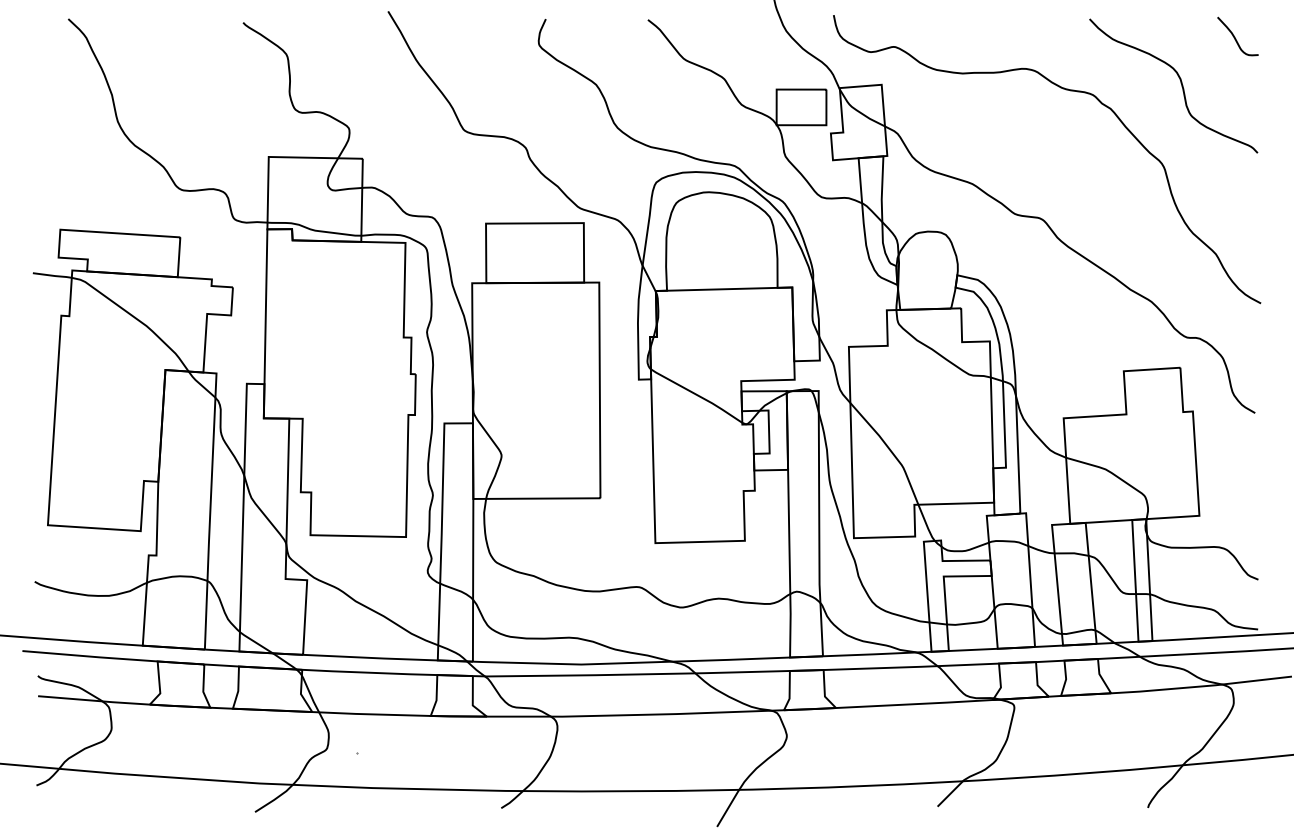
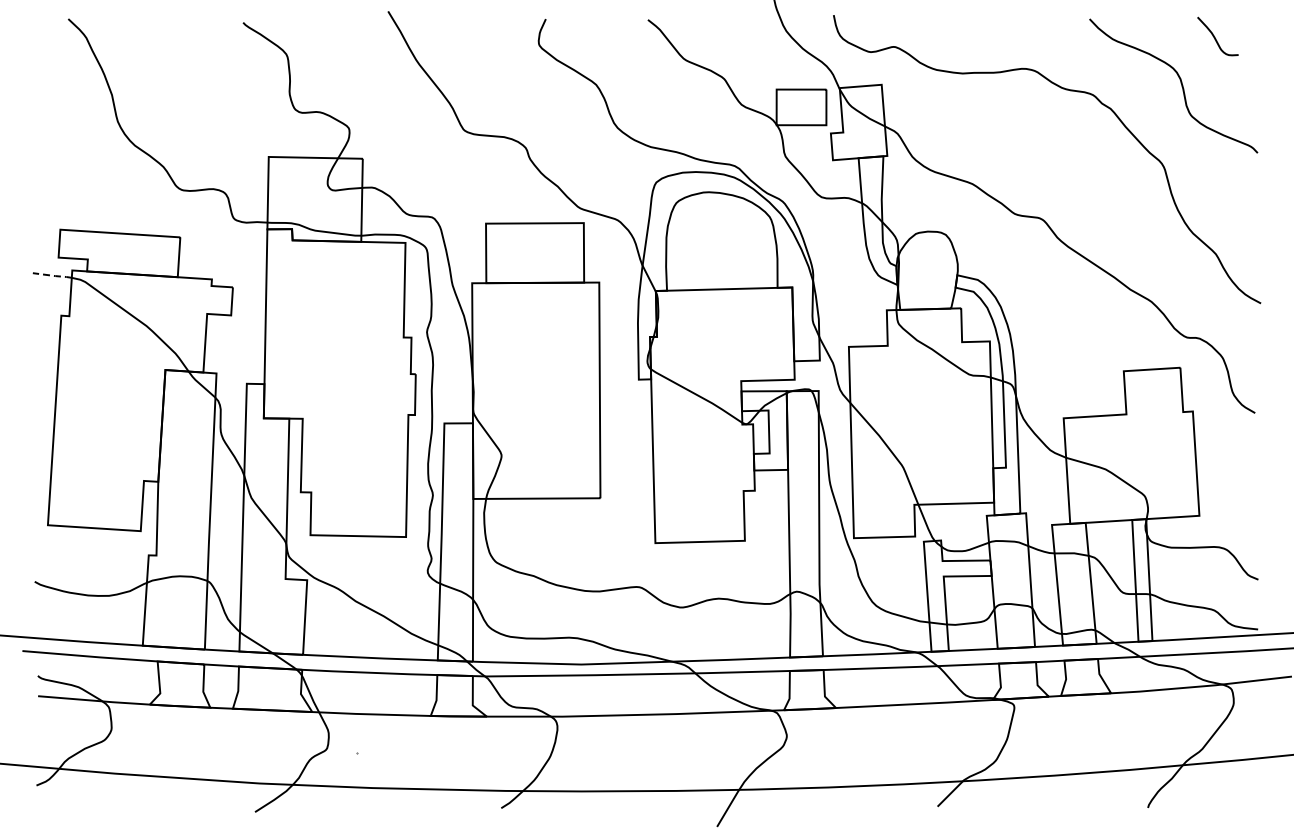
curve at (1235, 37) position: (1235, 37) -> (1215, 37)
line at (53, 275): solid -> dashed
